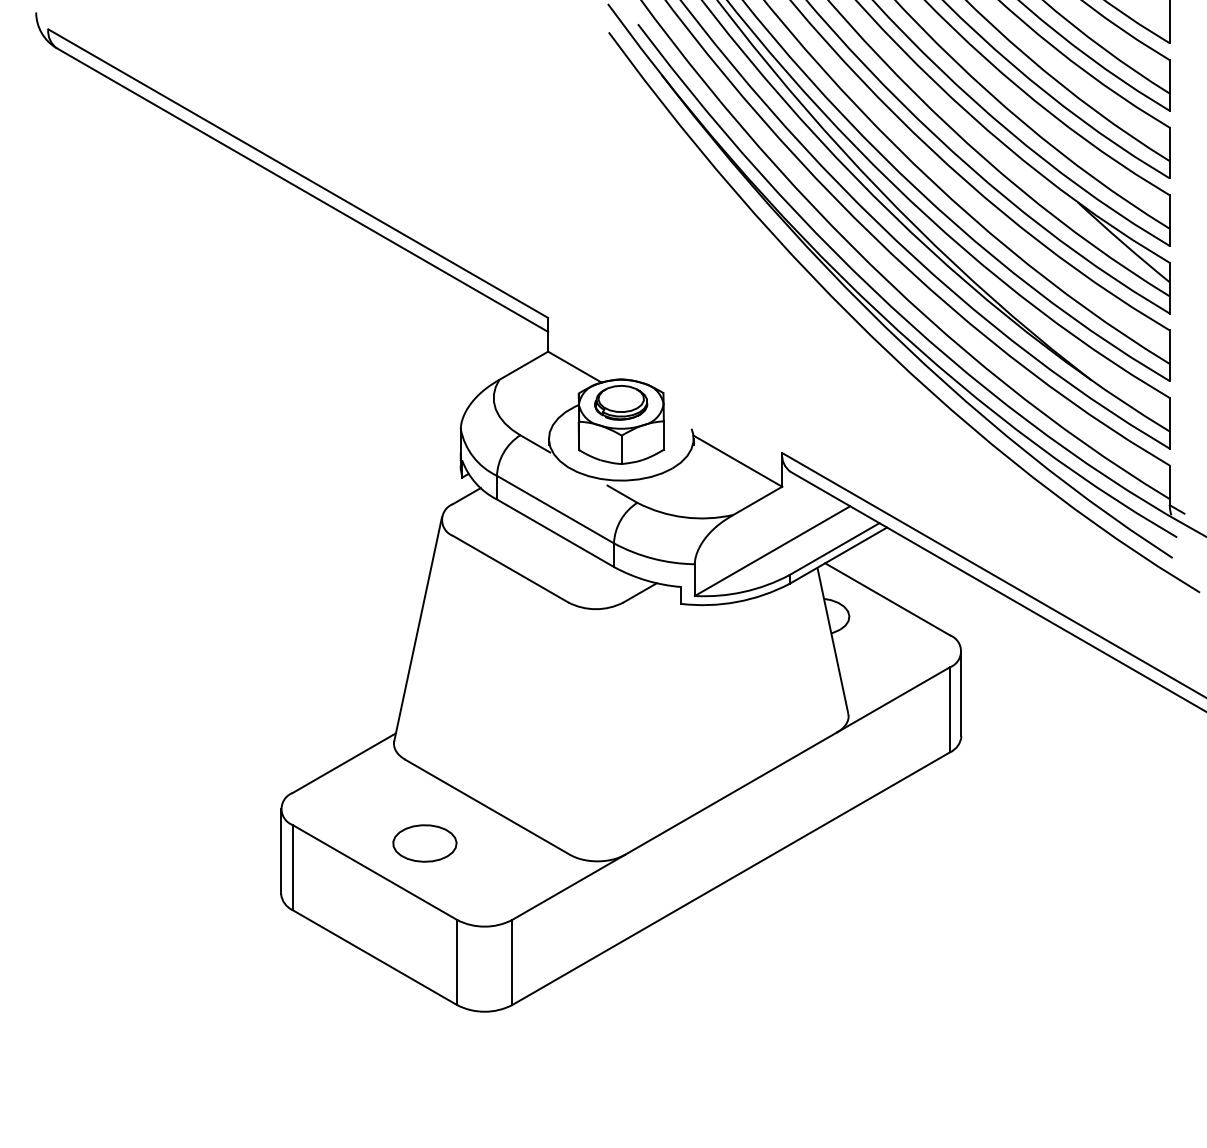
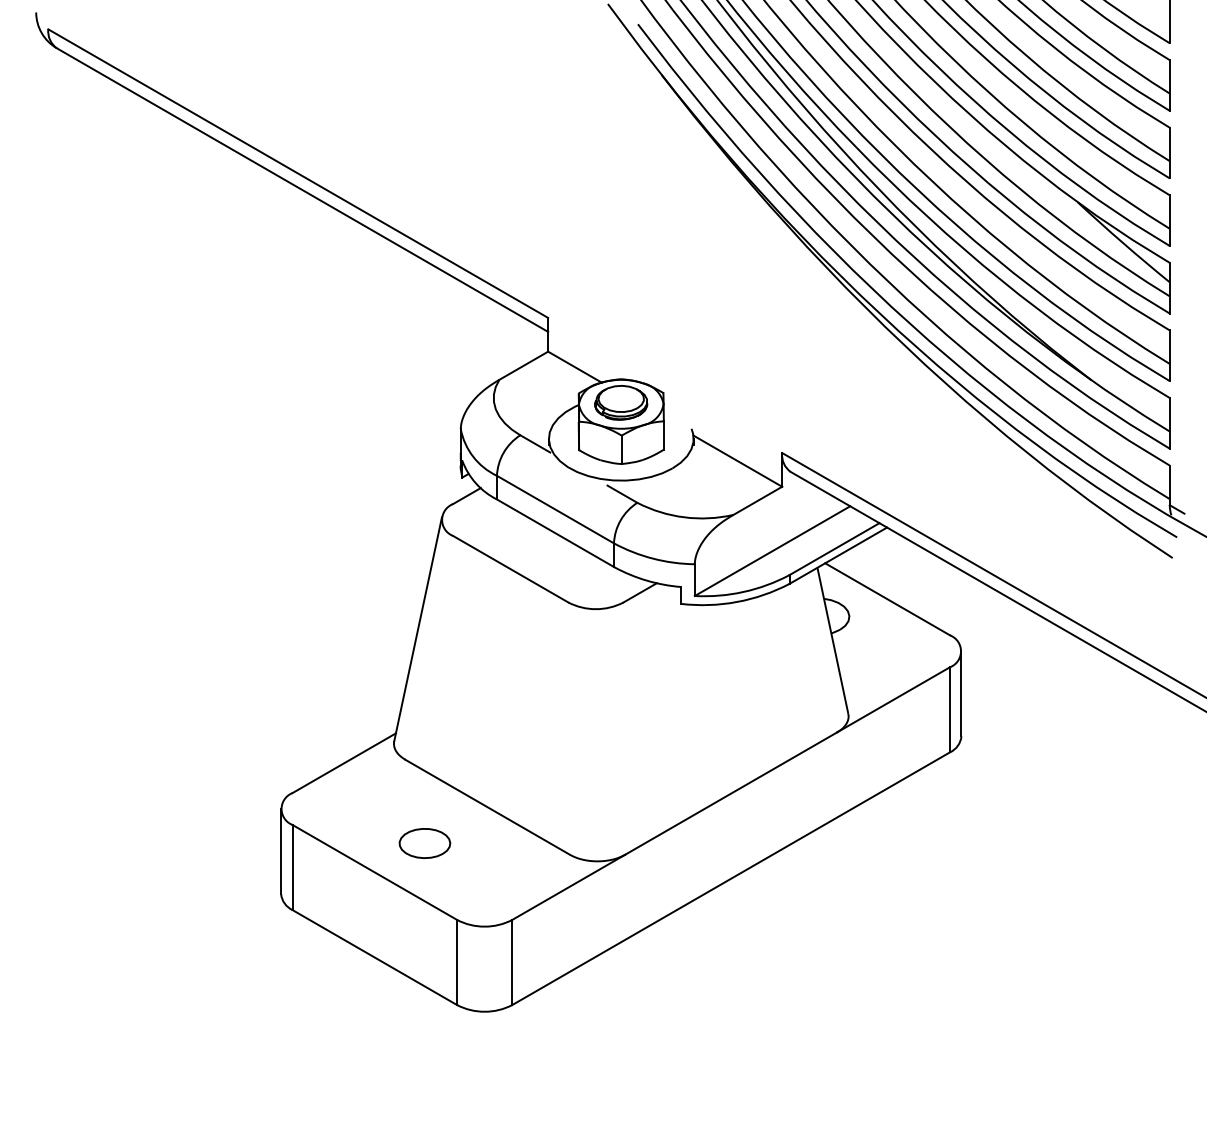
curve at (876, 339): present -> none
part at (424, 843) size: 66x39 px -> 54x31 px
